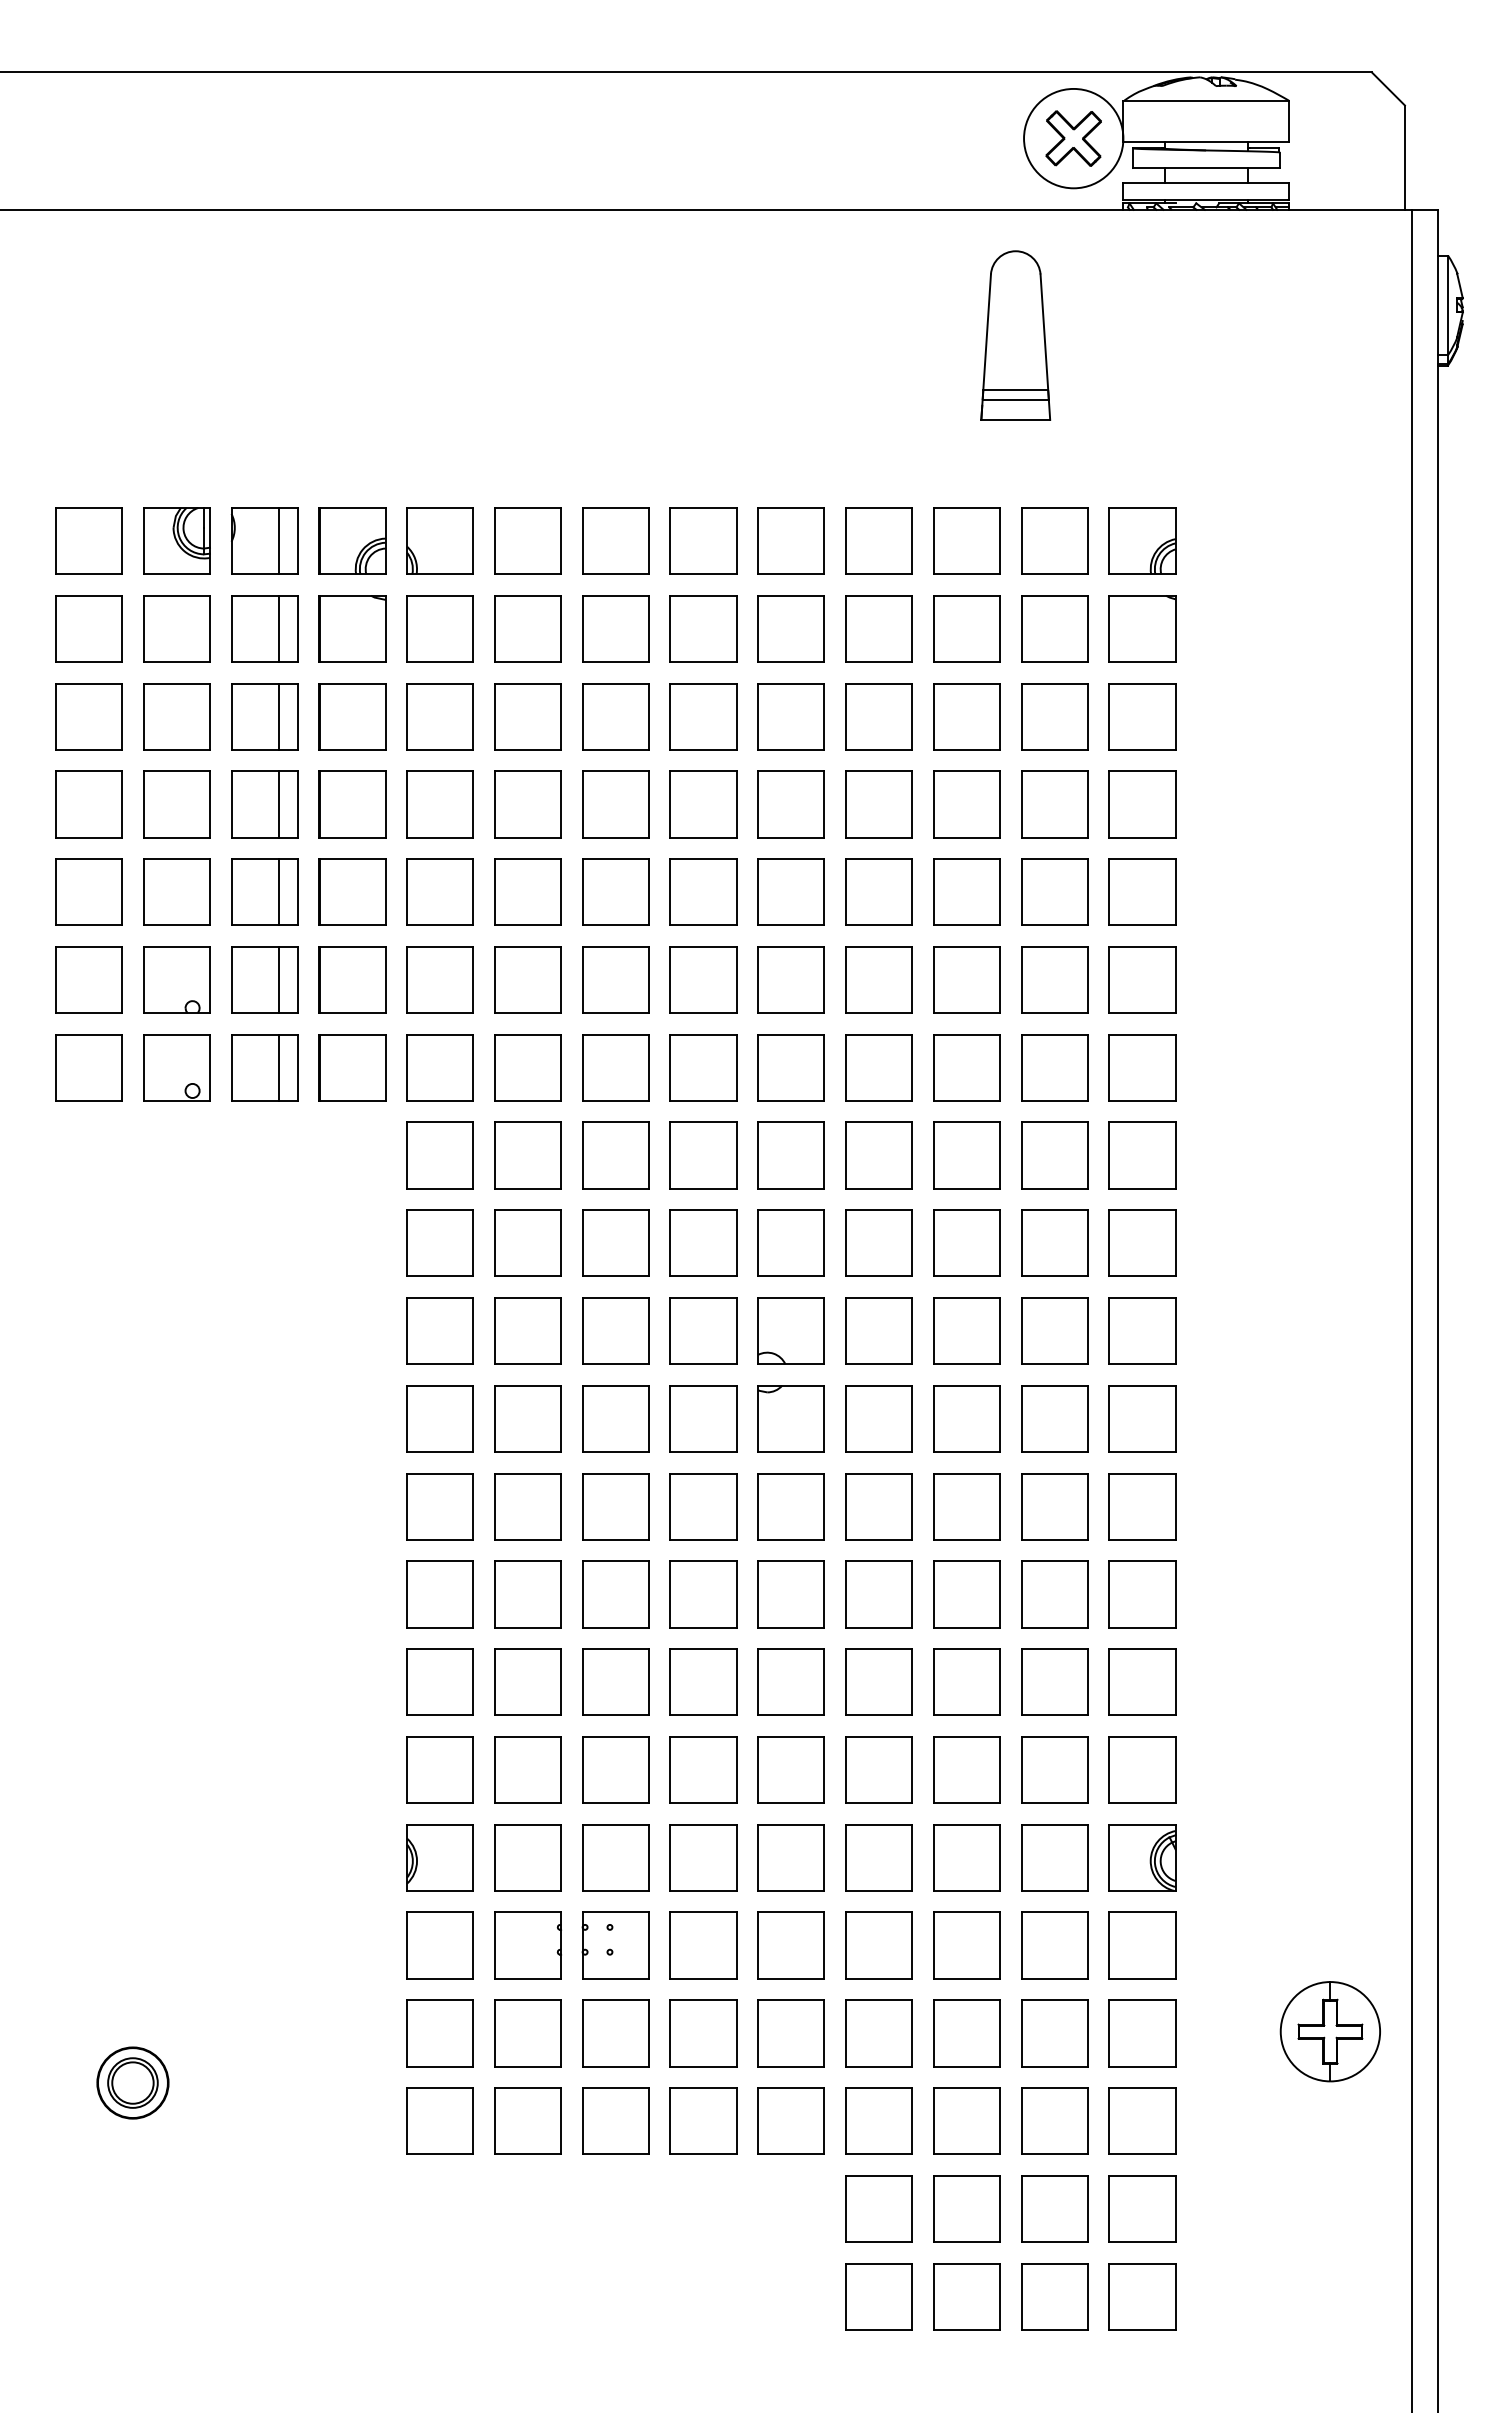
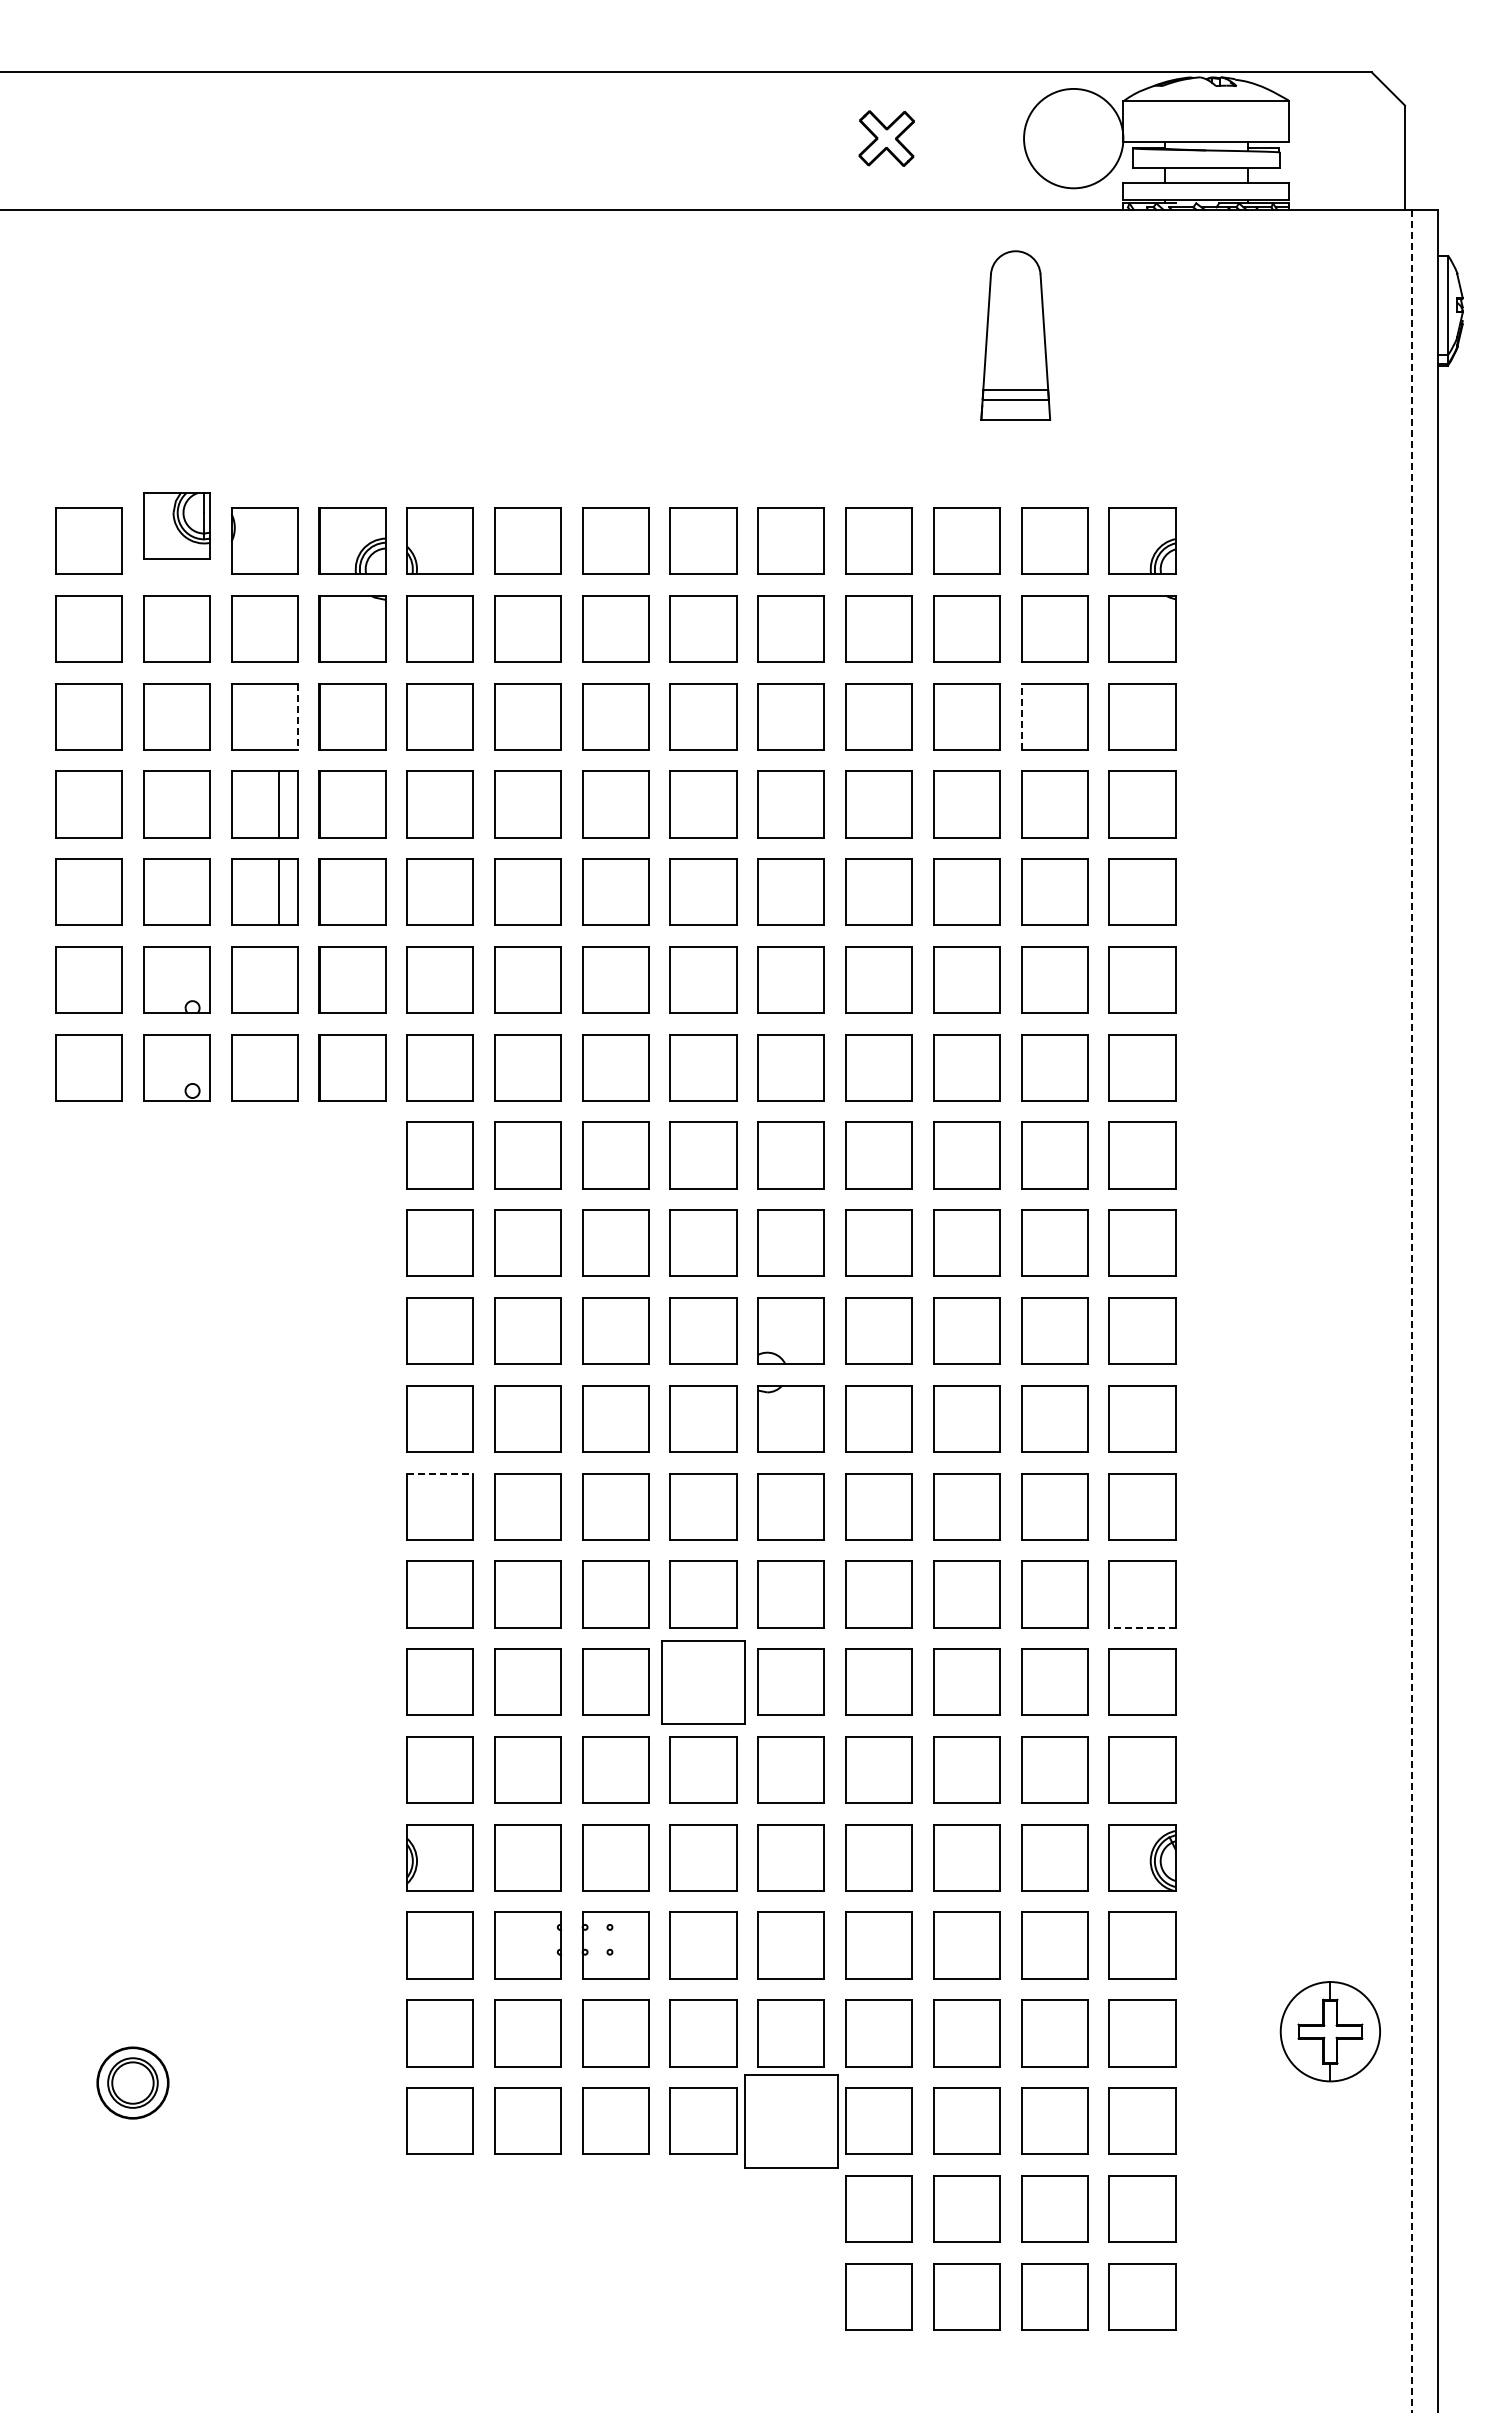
part at (1073, 138) position: (1073, 138) -> (886, 138)
part at (176, 540) position: (176, 540) -> (176, 525)
line at (278, 540): present -> none
line at (278, 628): present -> none
line at (278, 716): present -> none
line at (1021, 716): solid -> dashed
line at (297, 717): solid -> dashed
line at (278, 979): present -> none
line at (278, 1067): present -> none
line at (1411, 1311): solid -> dashed
line at (440, 1473): solid -> dashed
line at (1141, 1627): solid -> dashed
part at (703, 1681) size: 69x68 px -> 85x85 px
part at (790, 2120) size: 68x68 px -> 95x95 px
